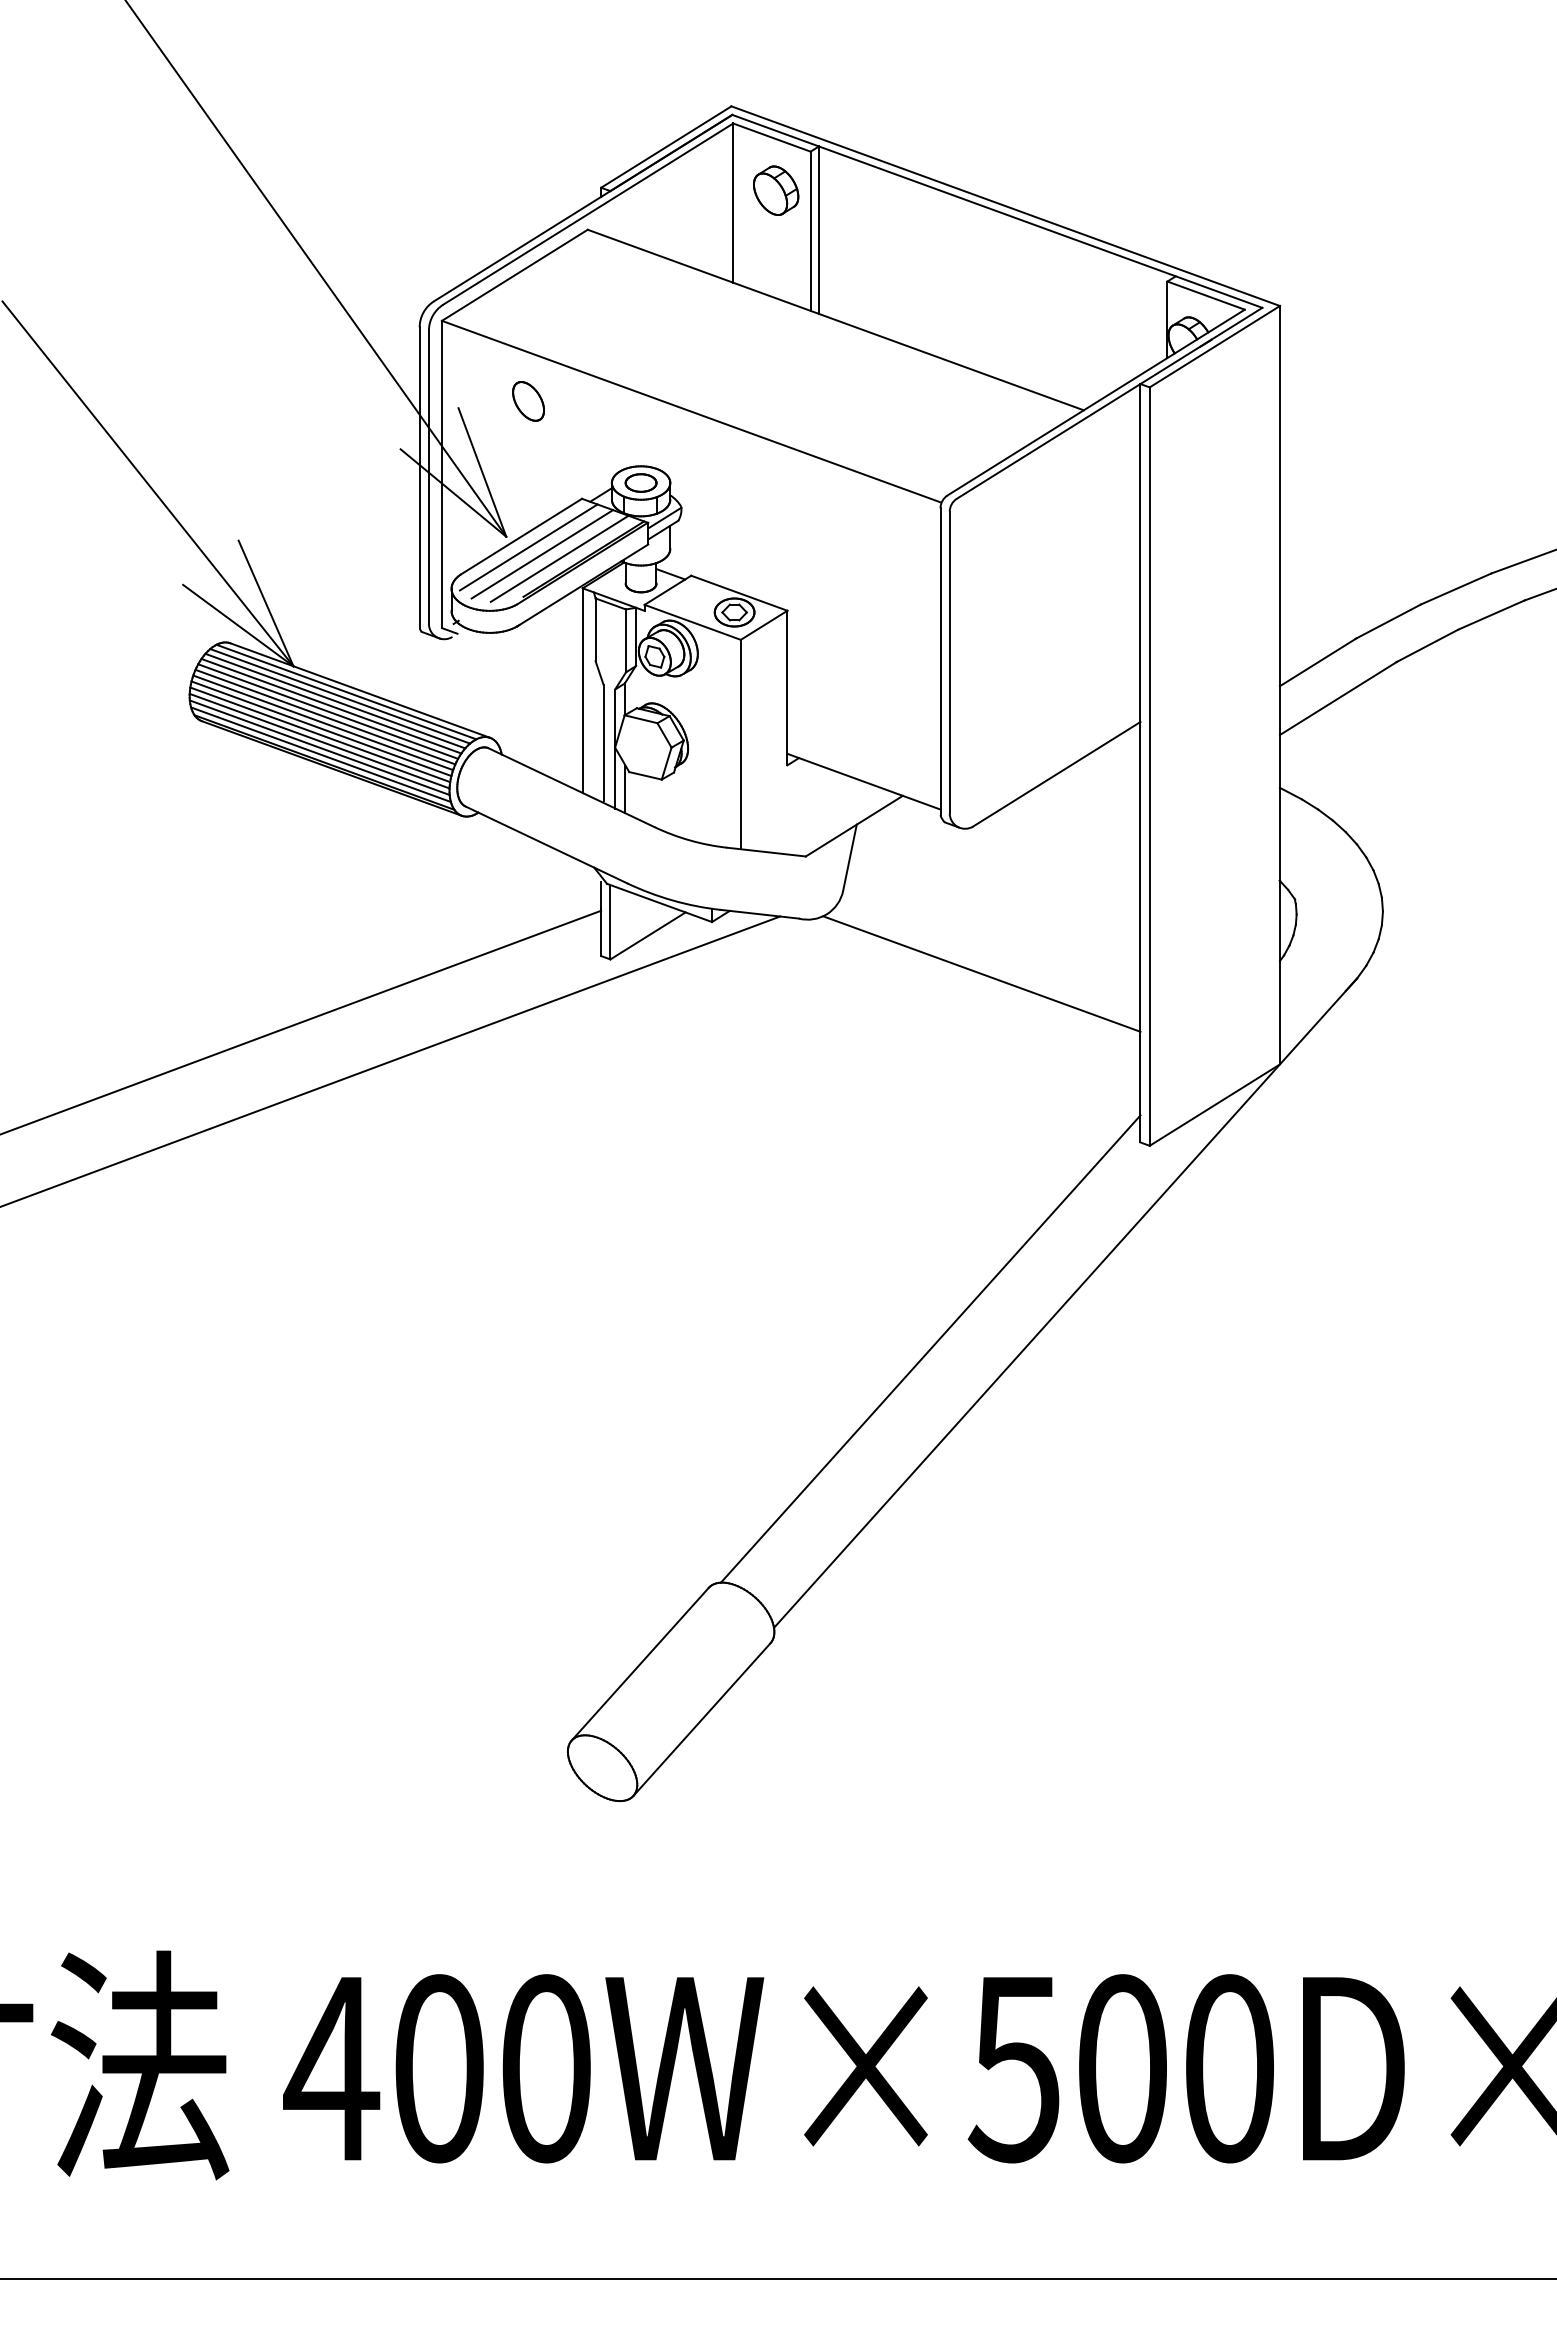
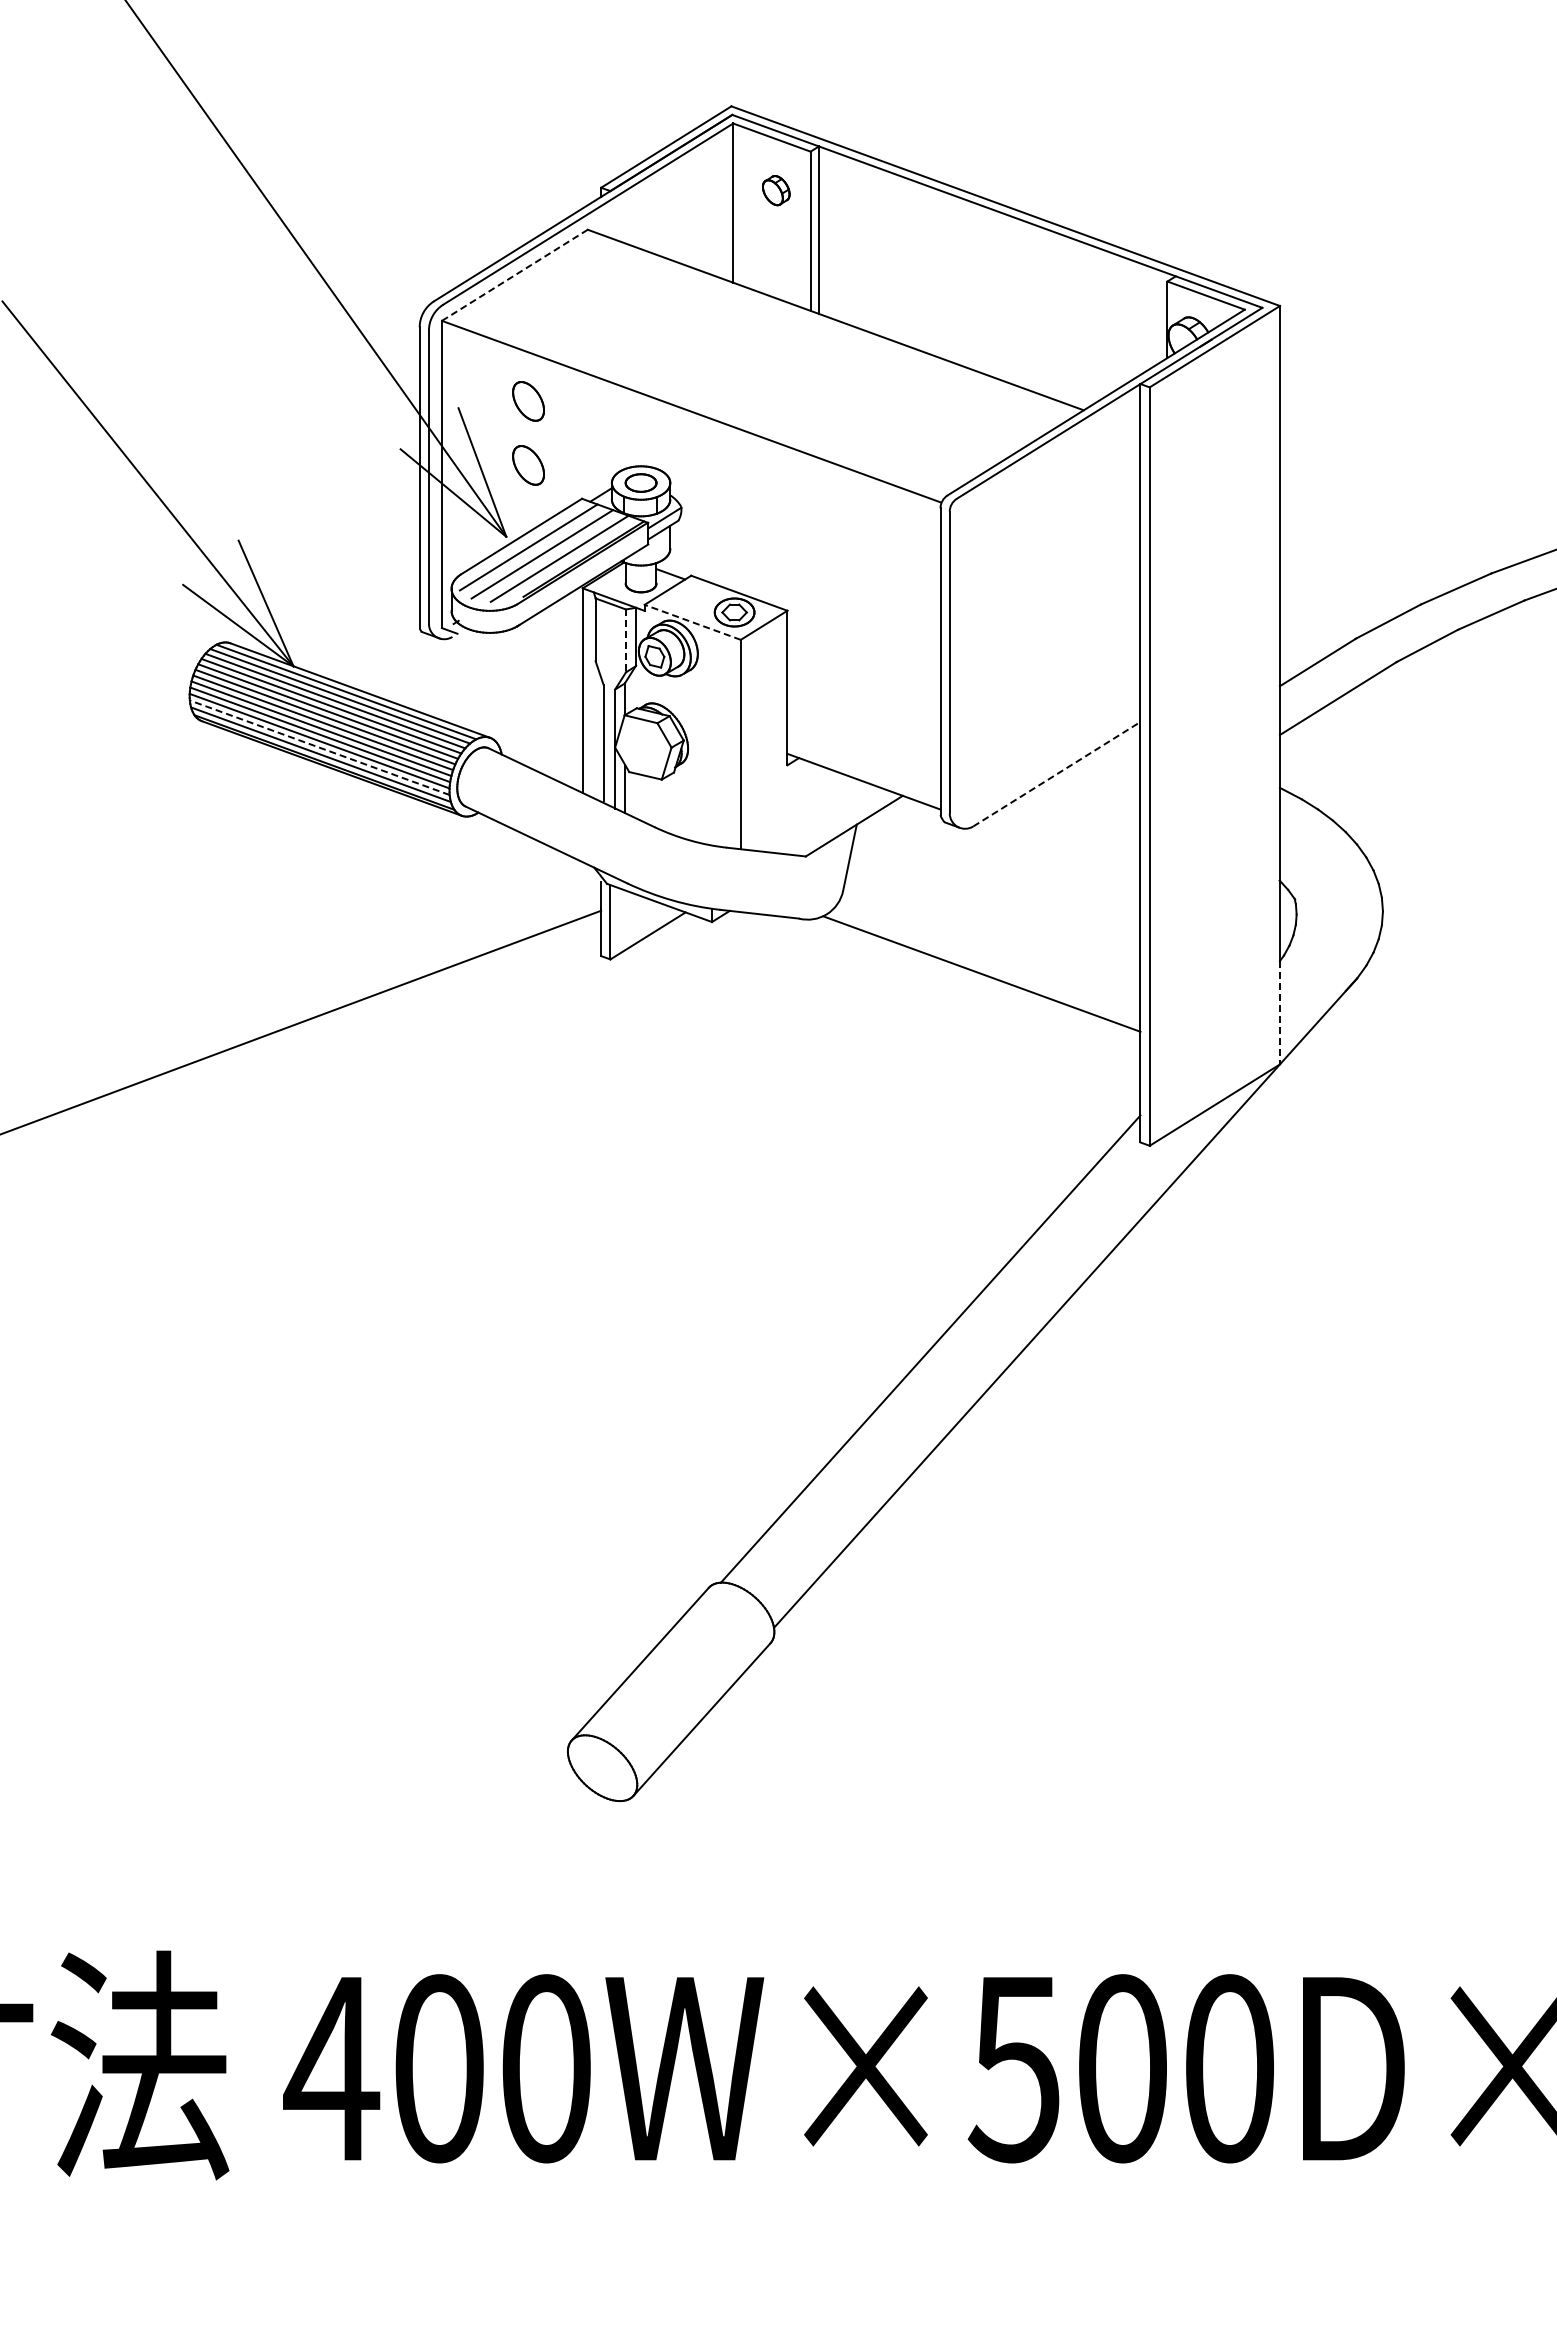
part at (776, 190) size: 47x51 px -> 29x32 px
line at (514, 275): solid -> dashed
part at (528, 465): none -> present
line at (692, 622): solid -> dashed
line at (626, 641): solid -> dashed
line at (319, 747): solid -> dashed
line at (1056, 774): solid -> dashed
line at (1279, 1012): solid -> dashed
line at (391, 1061): present -> none
line at (777, 2279): present -> none
